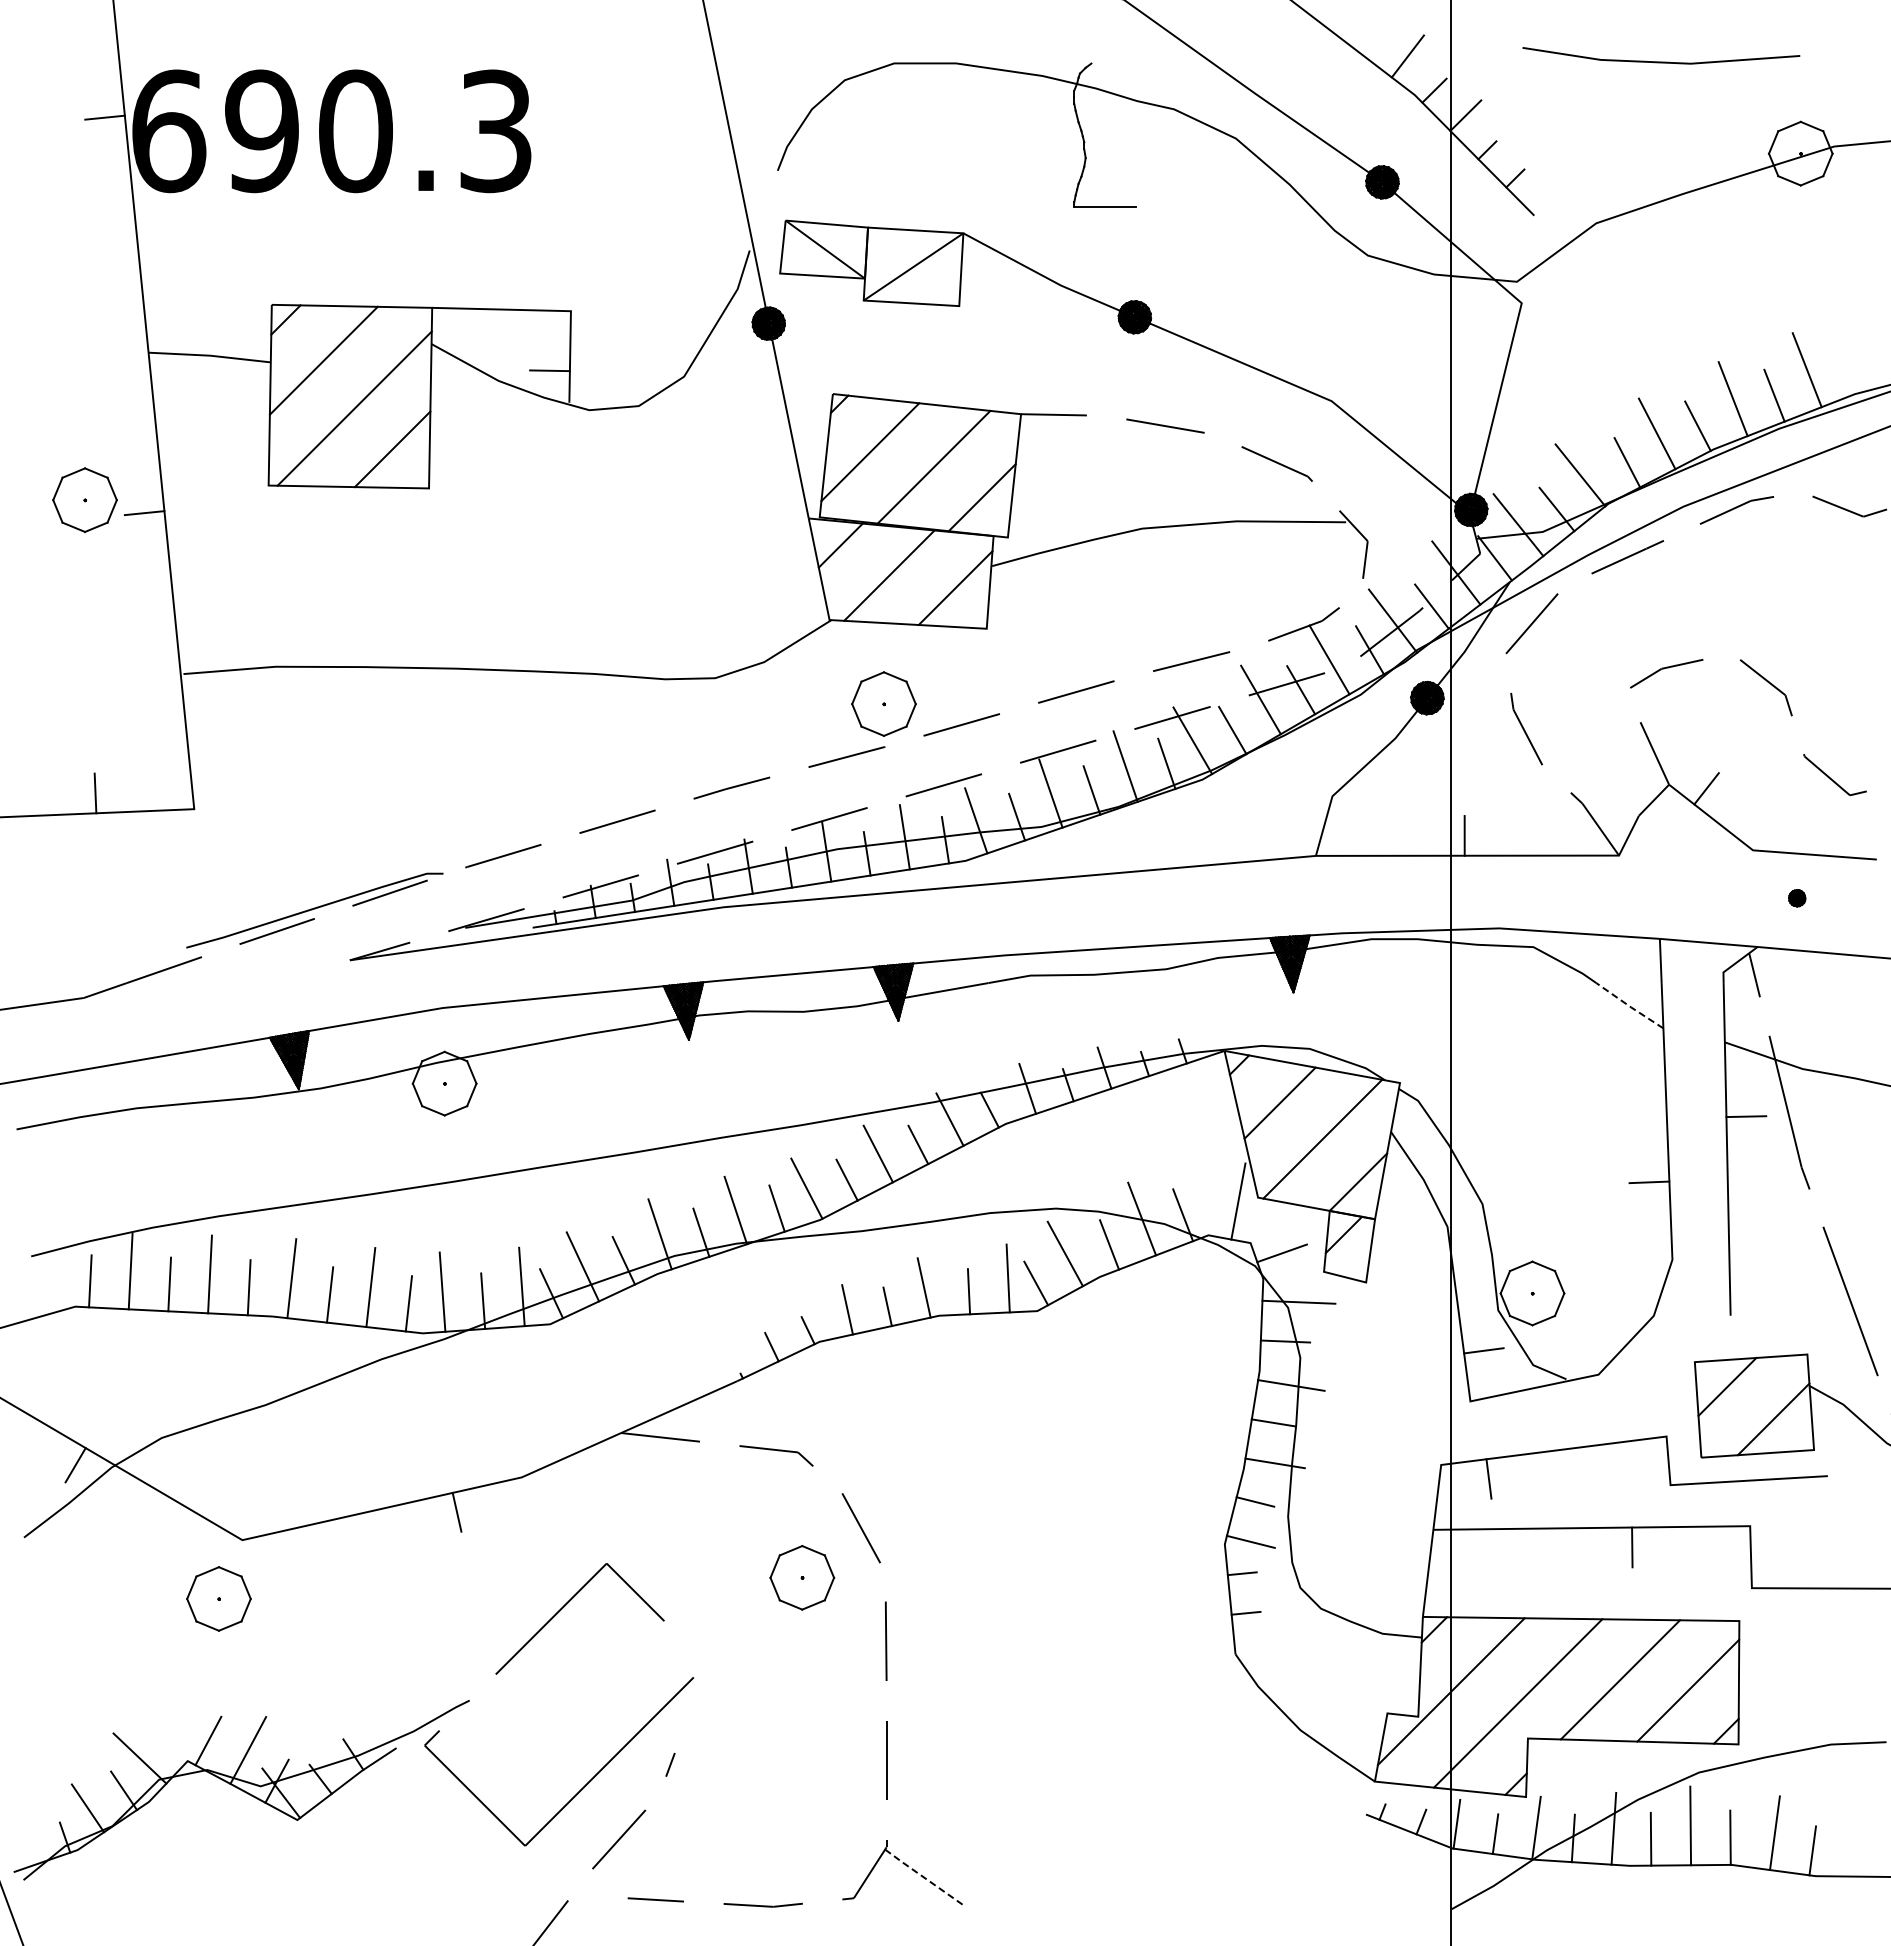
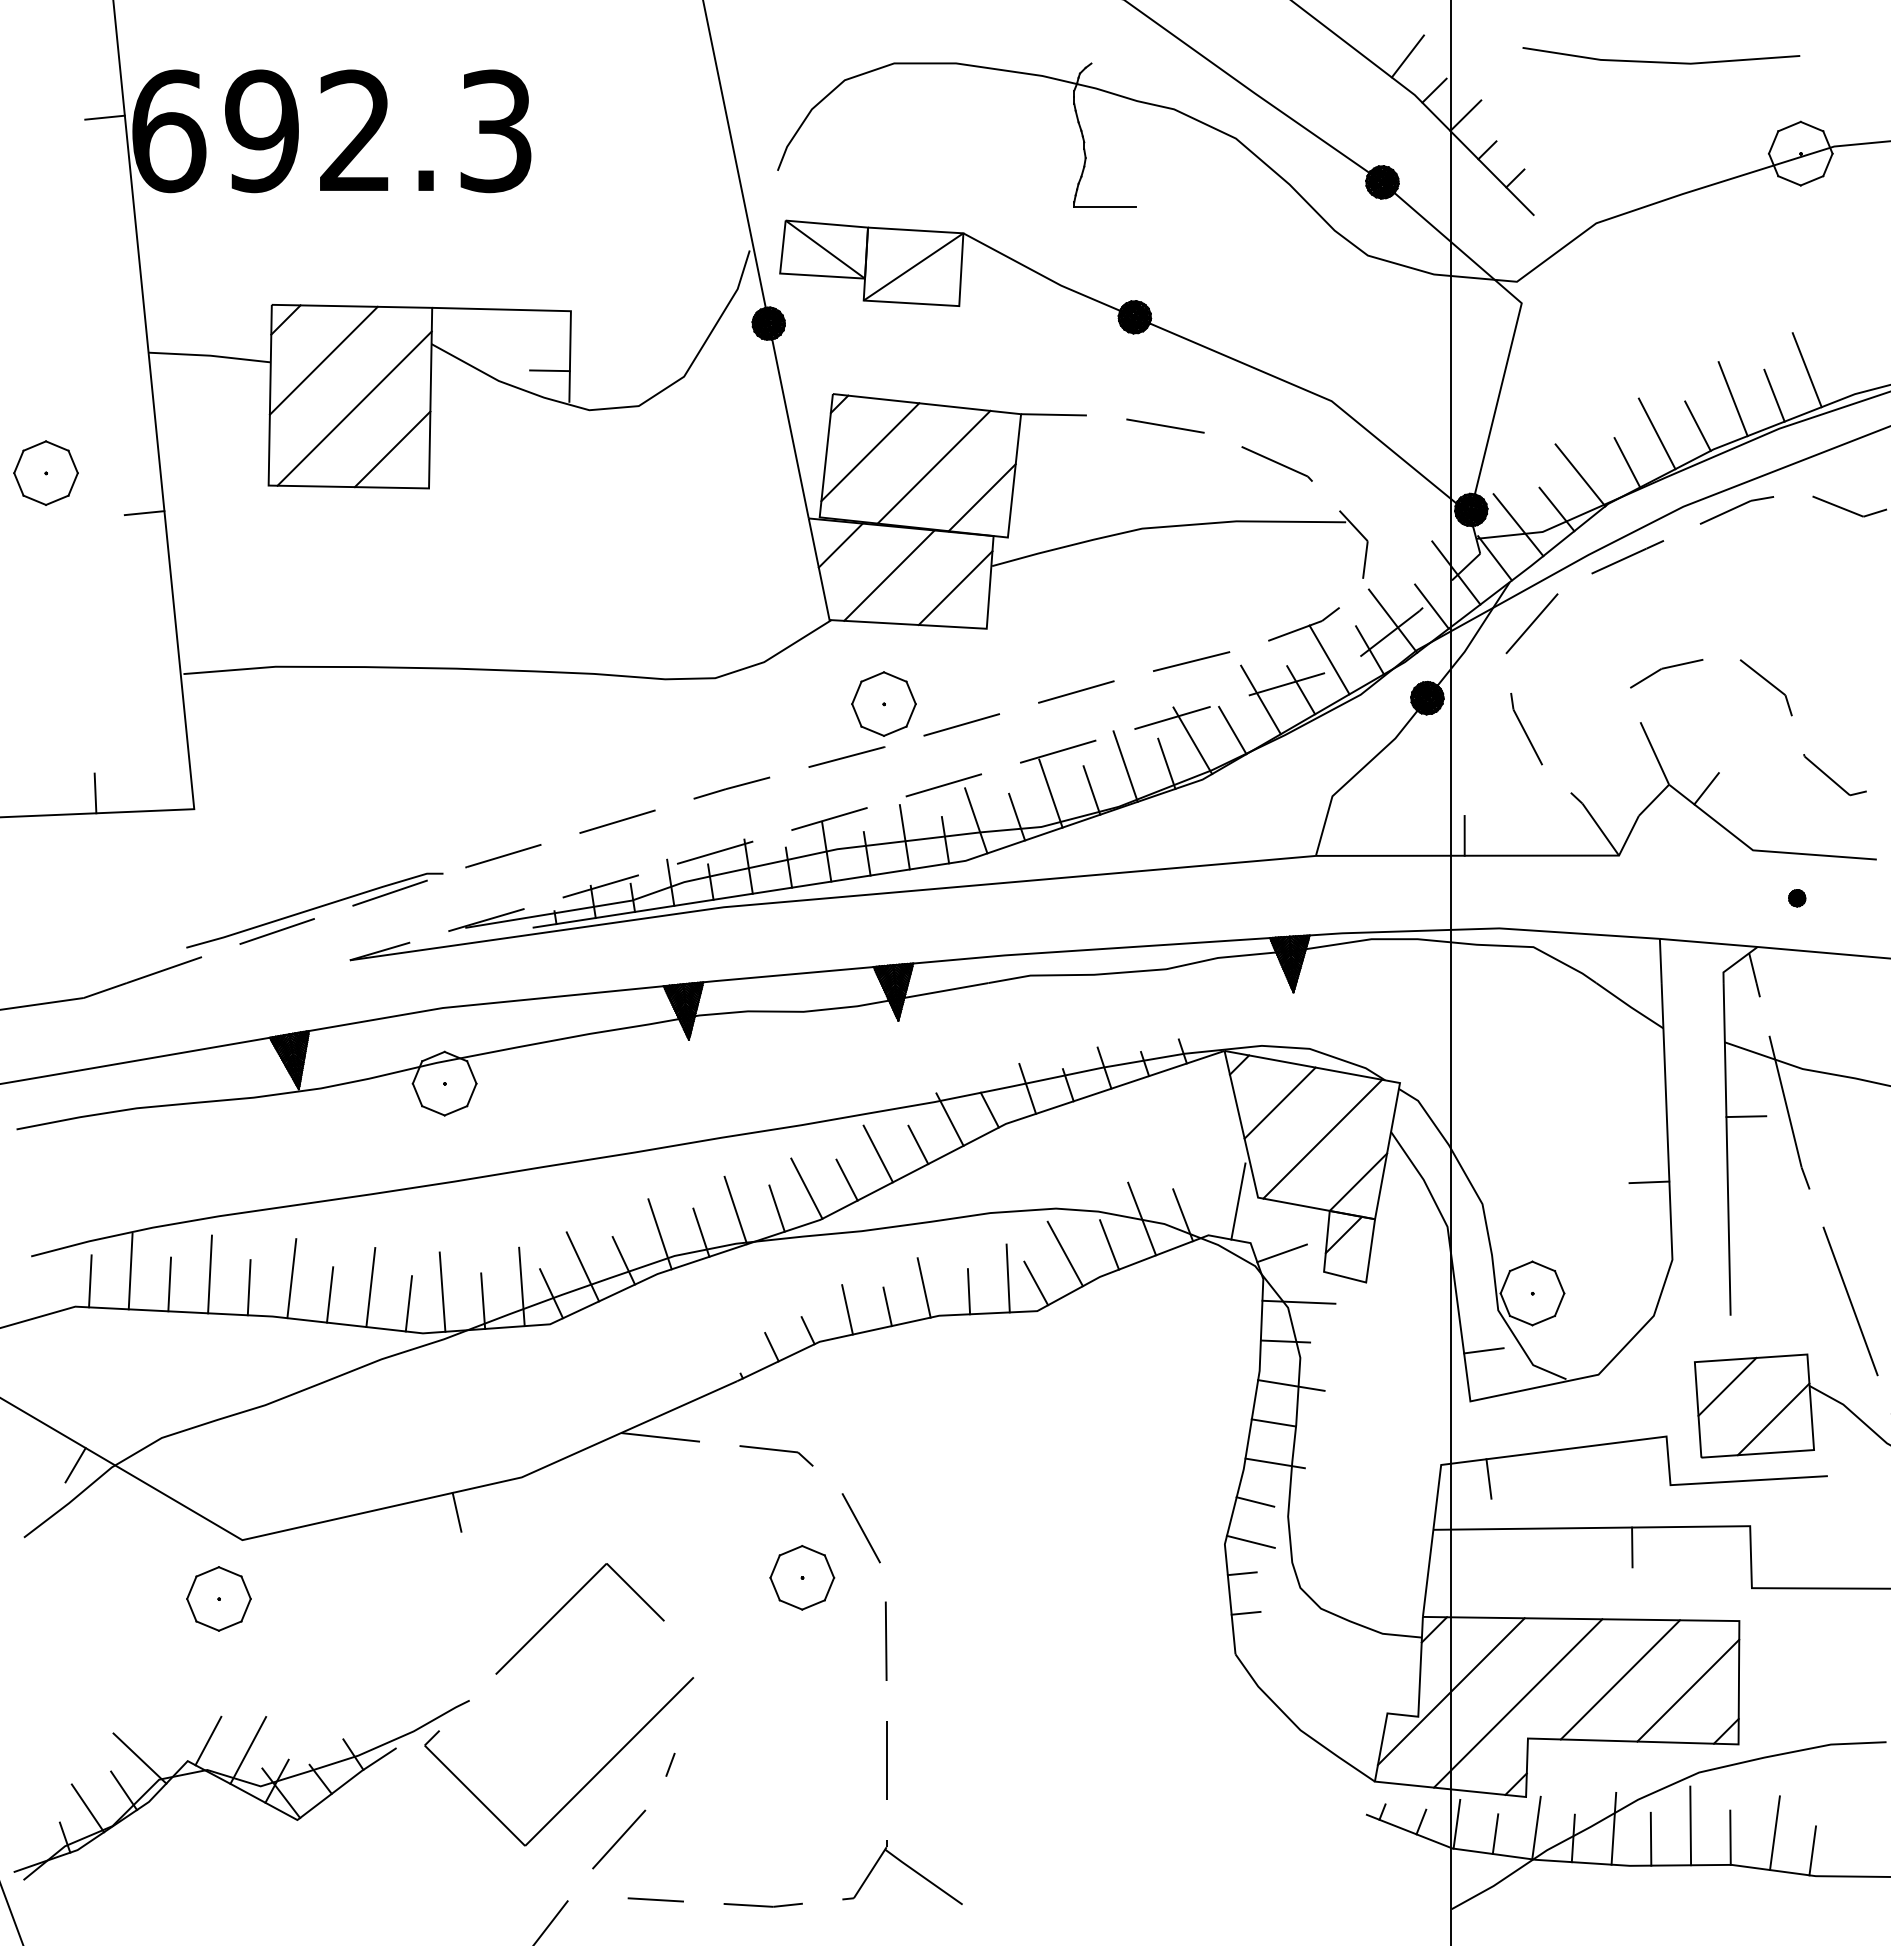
text at (356, 131): 690.3 -> 692.3
part at (84, 499) position: (84, 499) -> (45, 472)
line at (1629, 1006): dashed -> solid
line at (923, 1877): dashed -> solid
